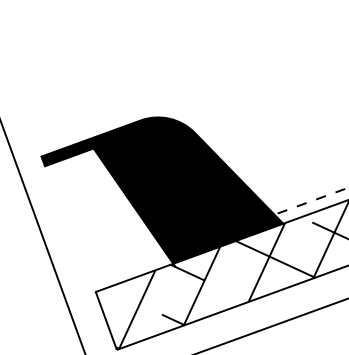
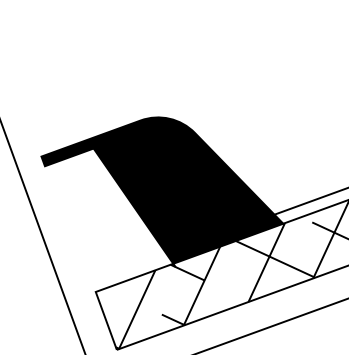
line at (311, 201): dashed -> solid
